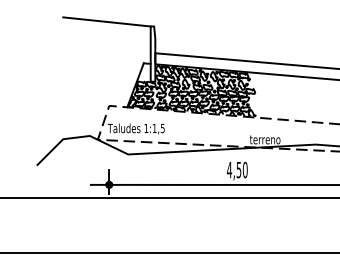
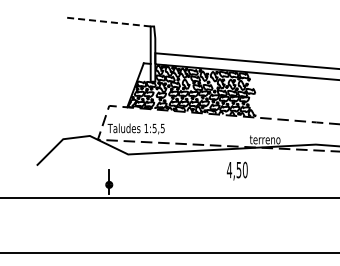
line at (106, 21): solid -> dashed
text at (154, 128): 1:1,5 -> 1:5,5
line at (213, 184): present -> none
